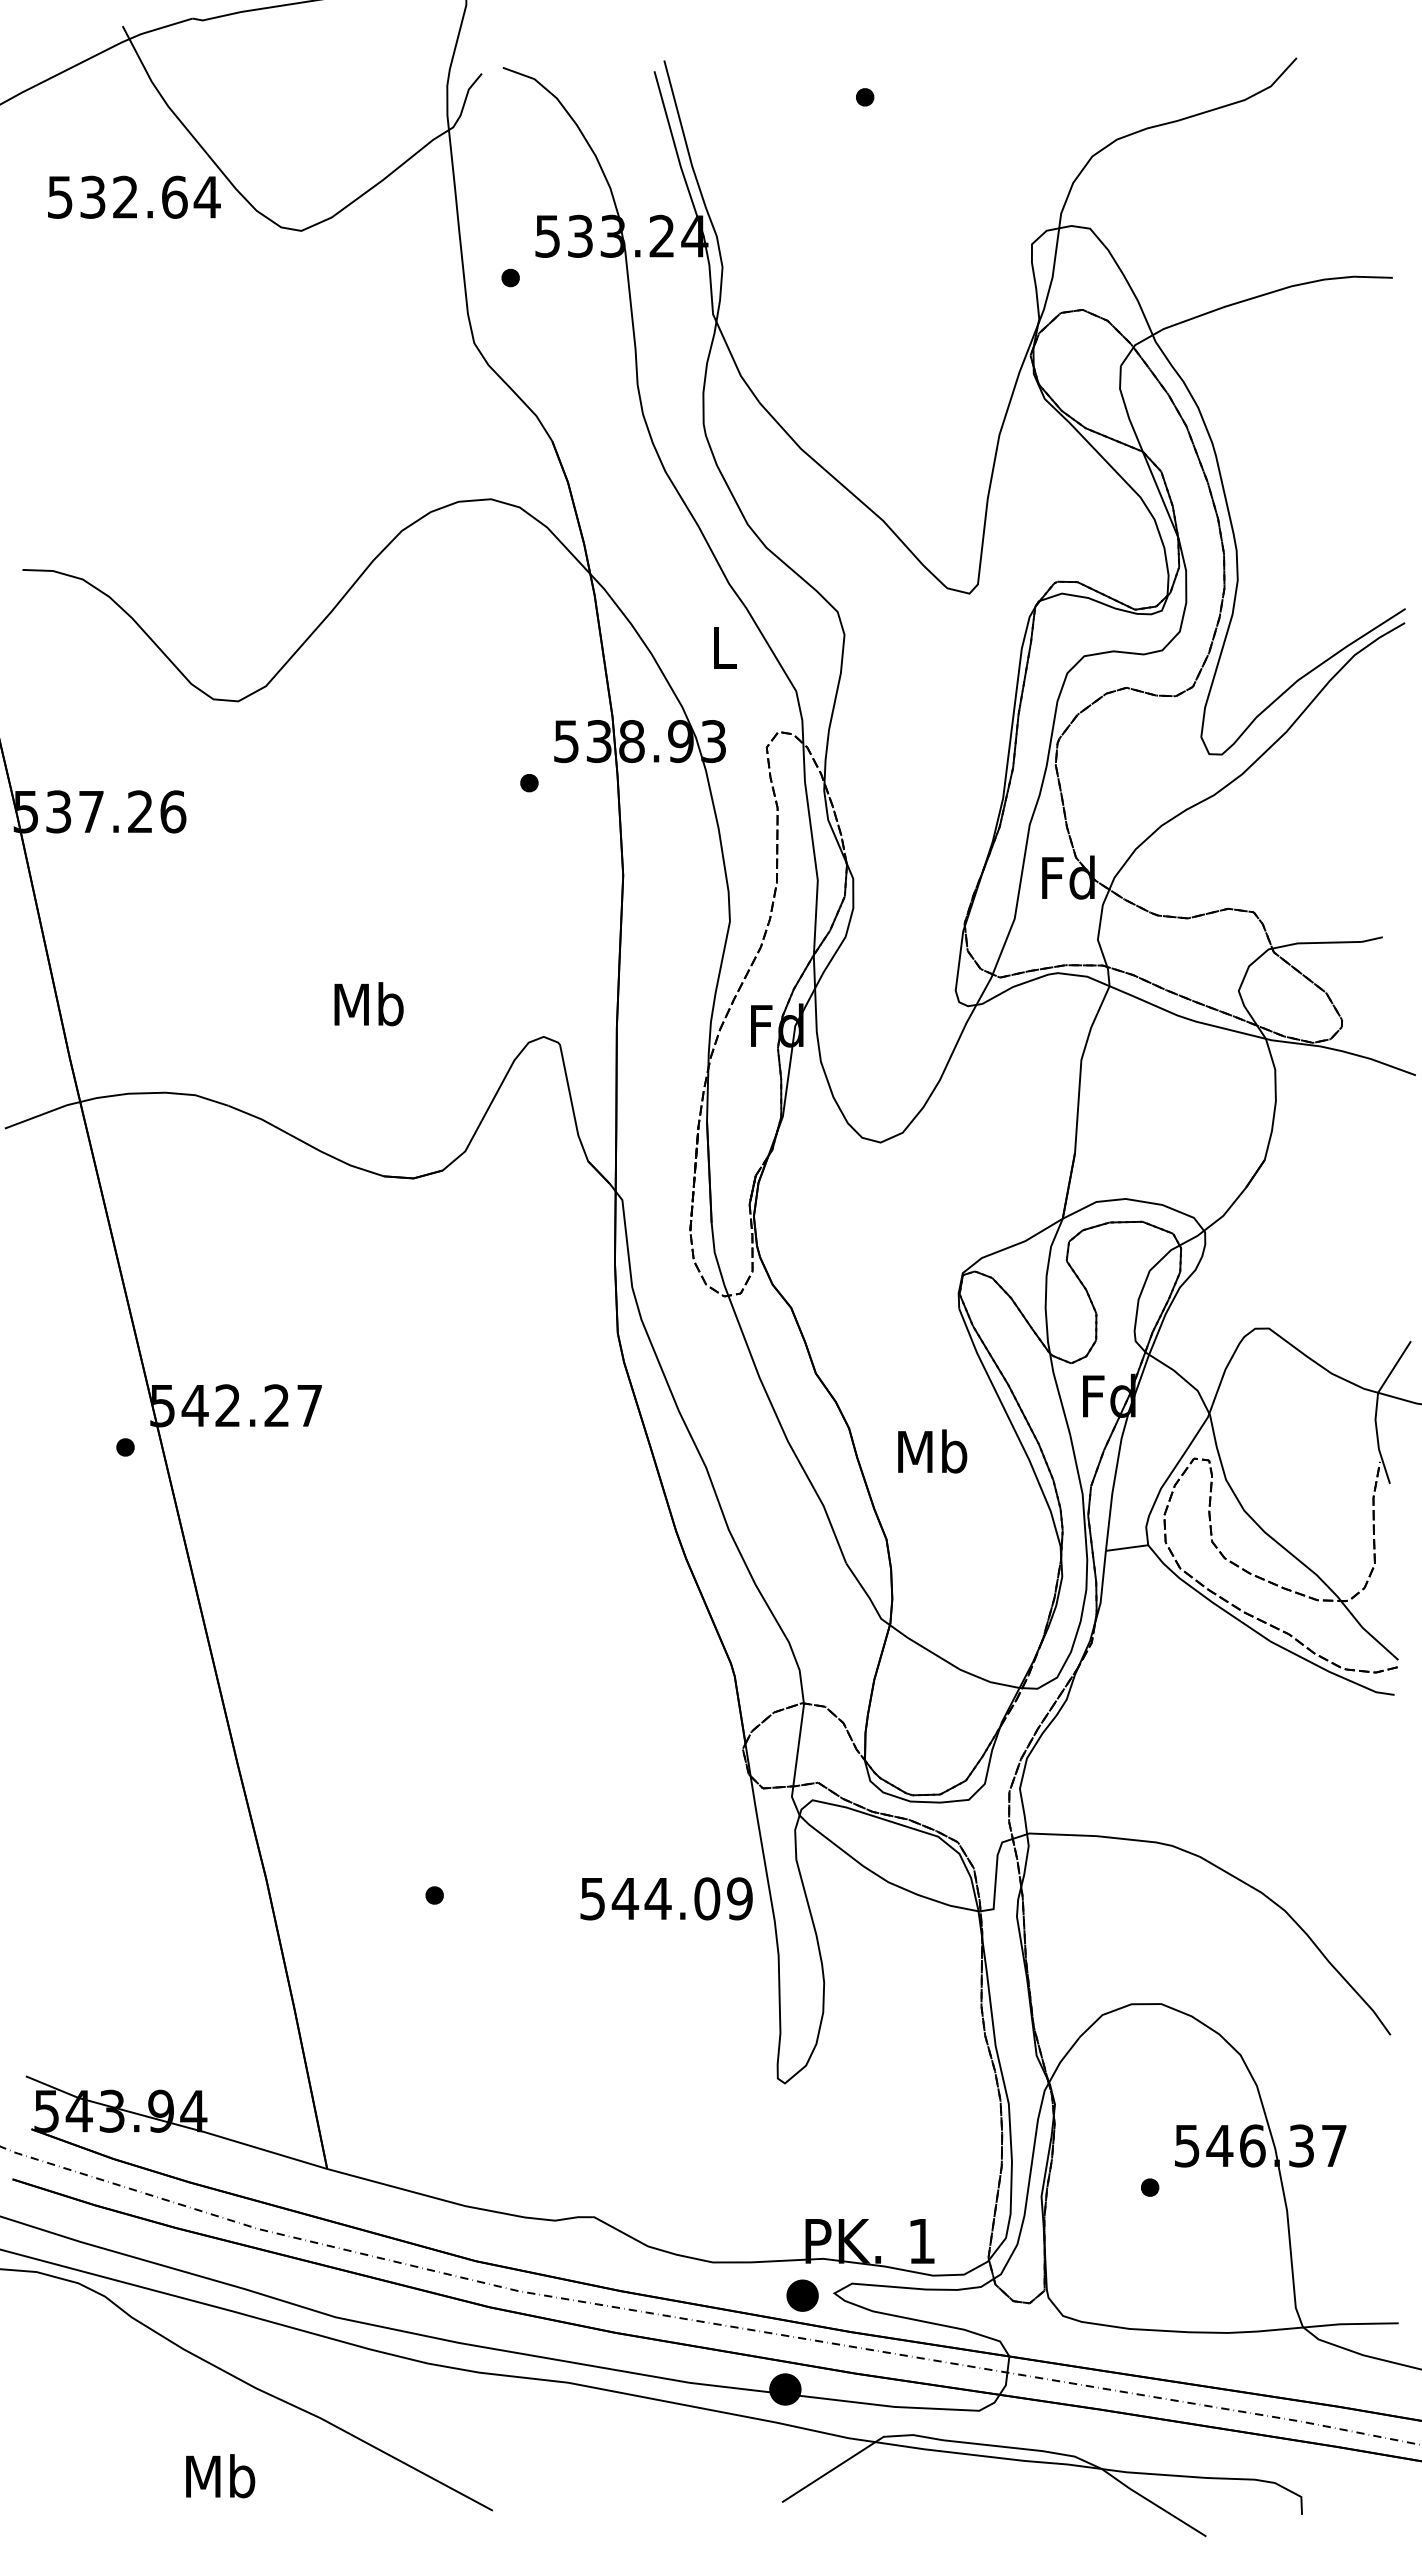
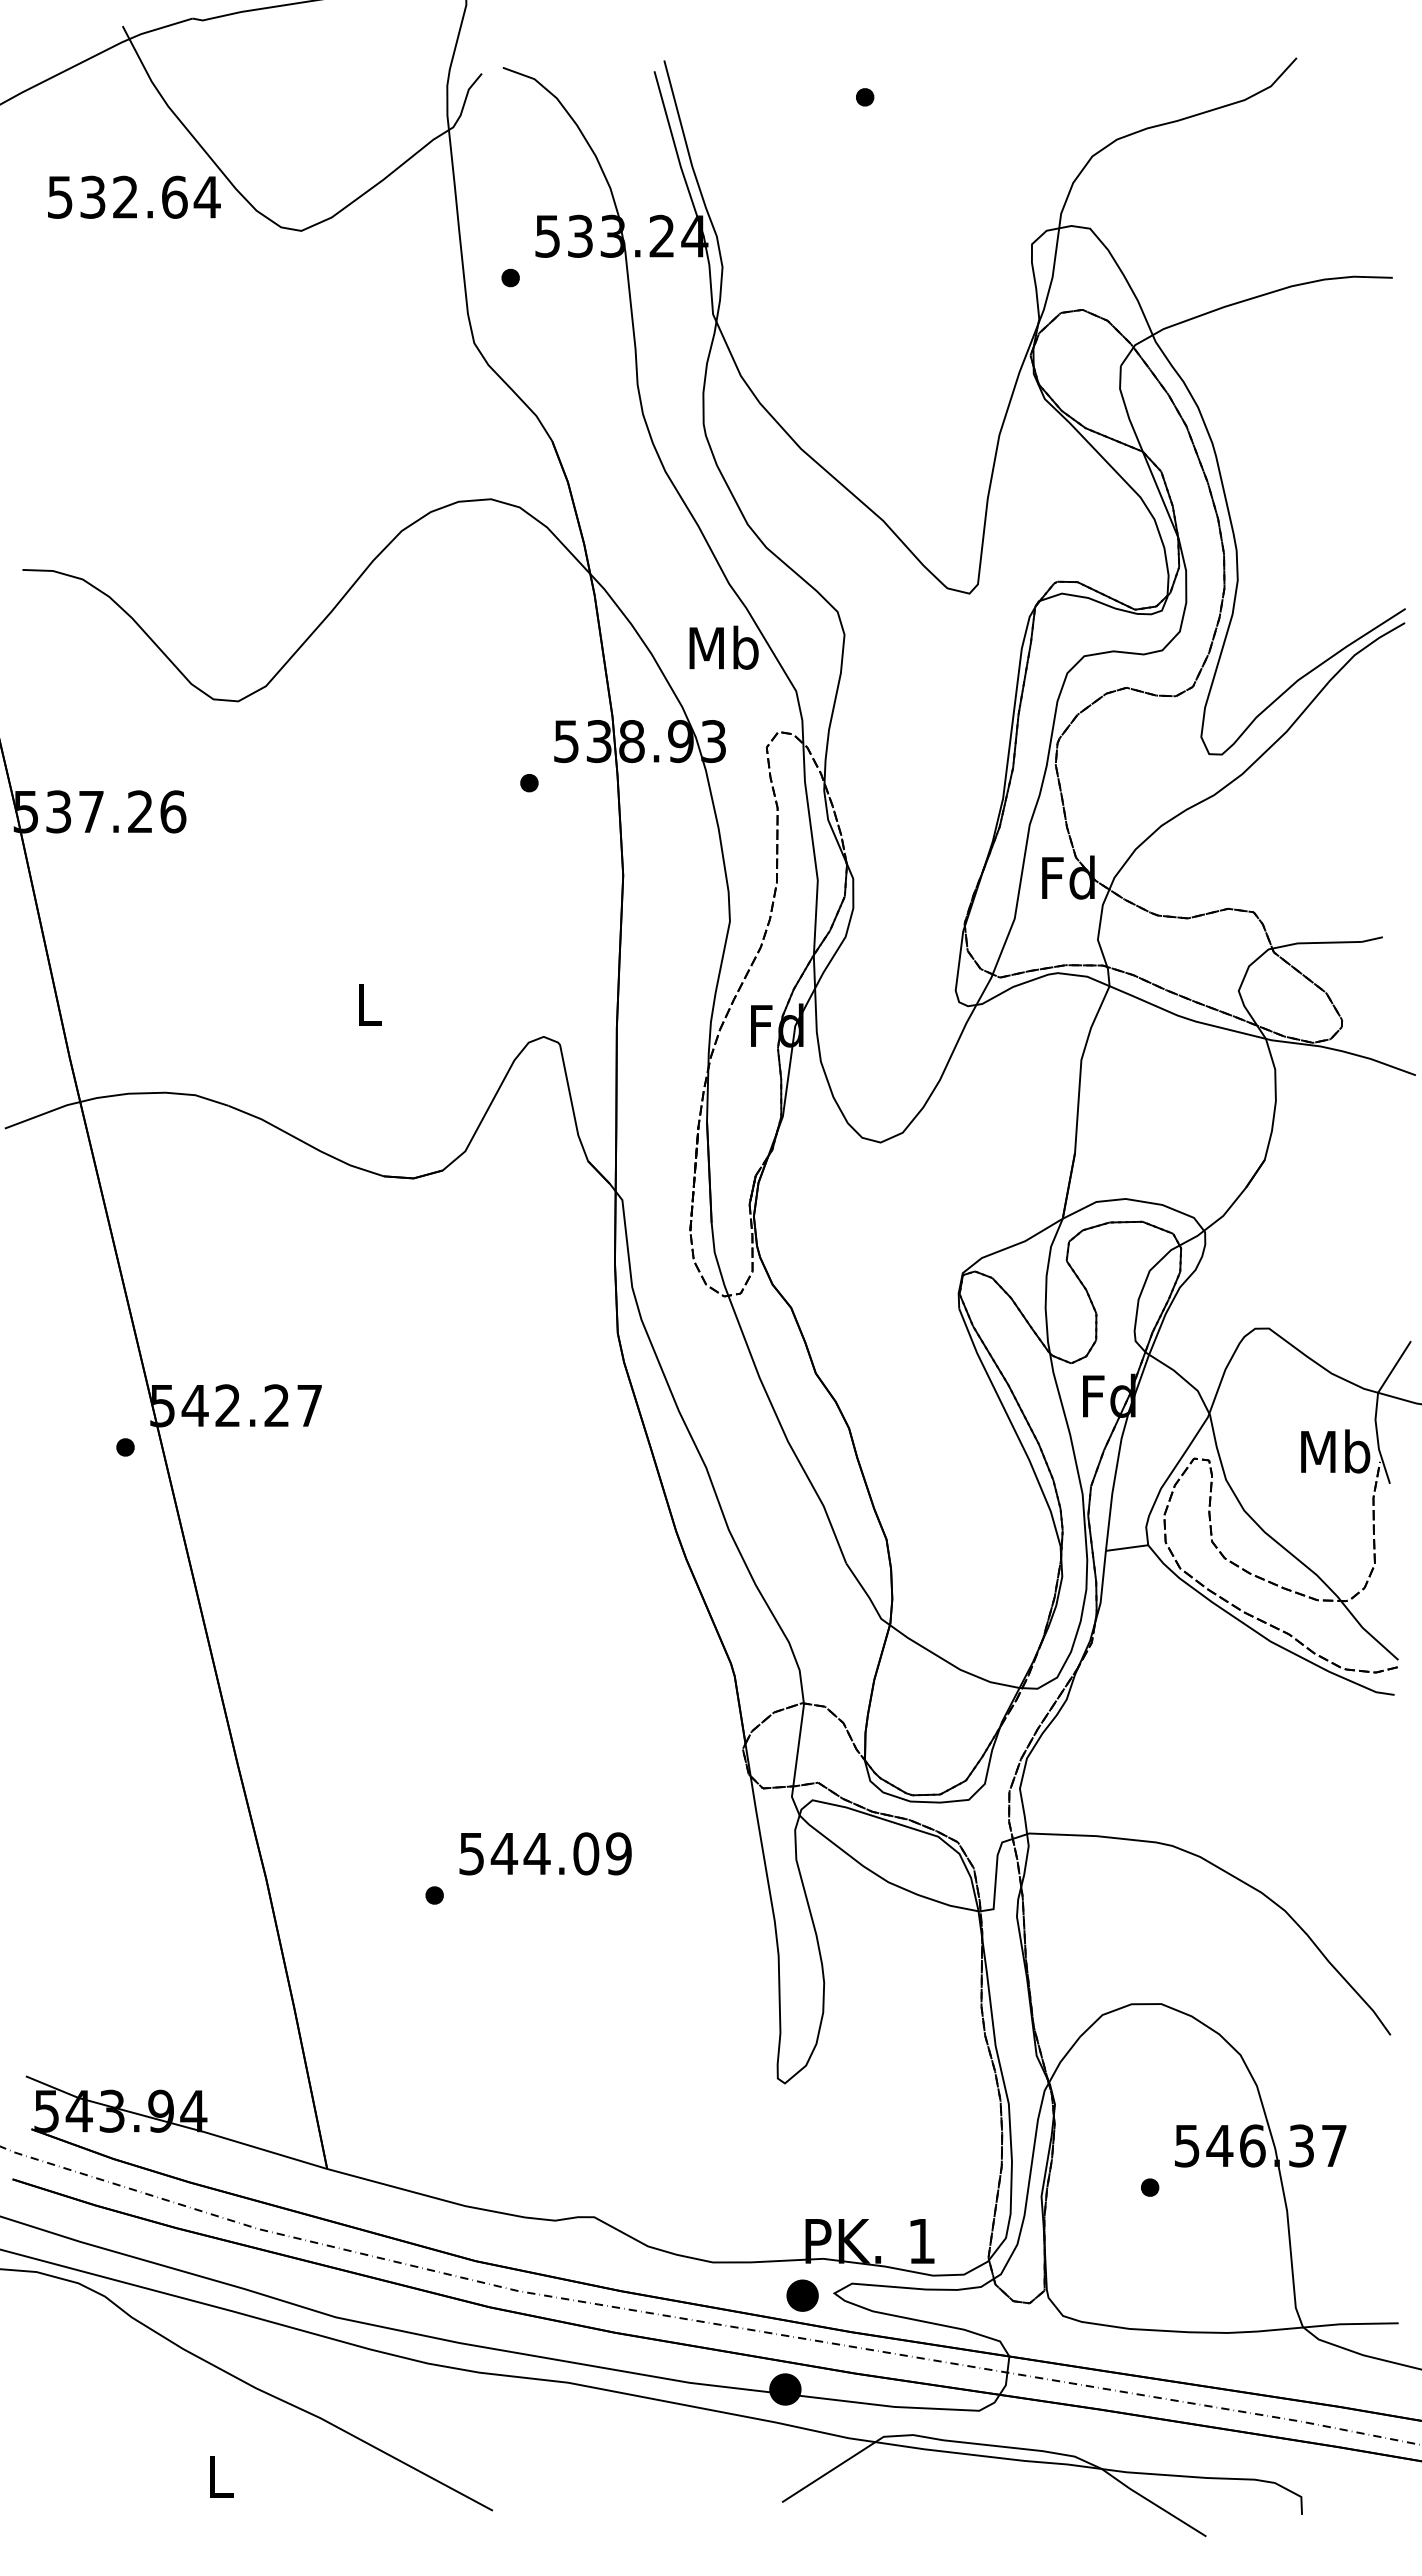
text at (723, 647): L -> Mb
text at (368, 1004): Mb -> L
text at (932, 1451) position: (932, 1451) -> (1335, 1451)
text at (666, 1898) position: (666, 1898) -> (545, 1853)
text at (220, 2476): Mb -> L
